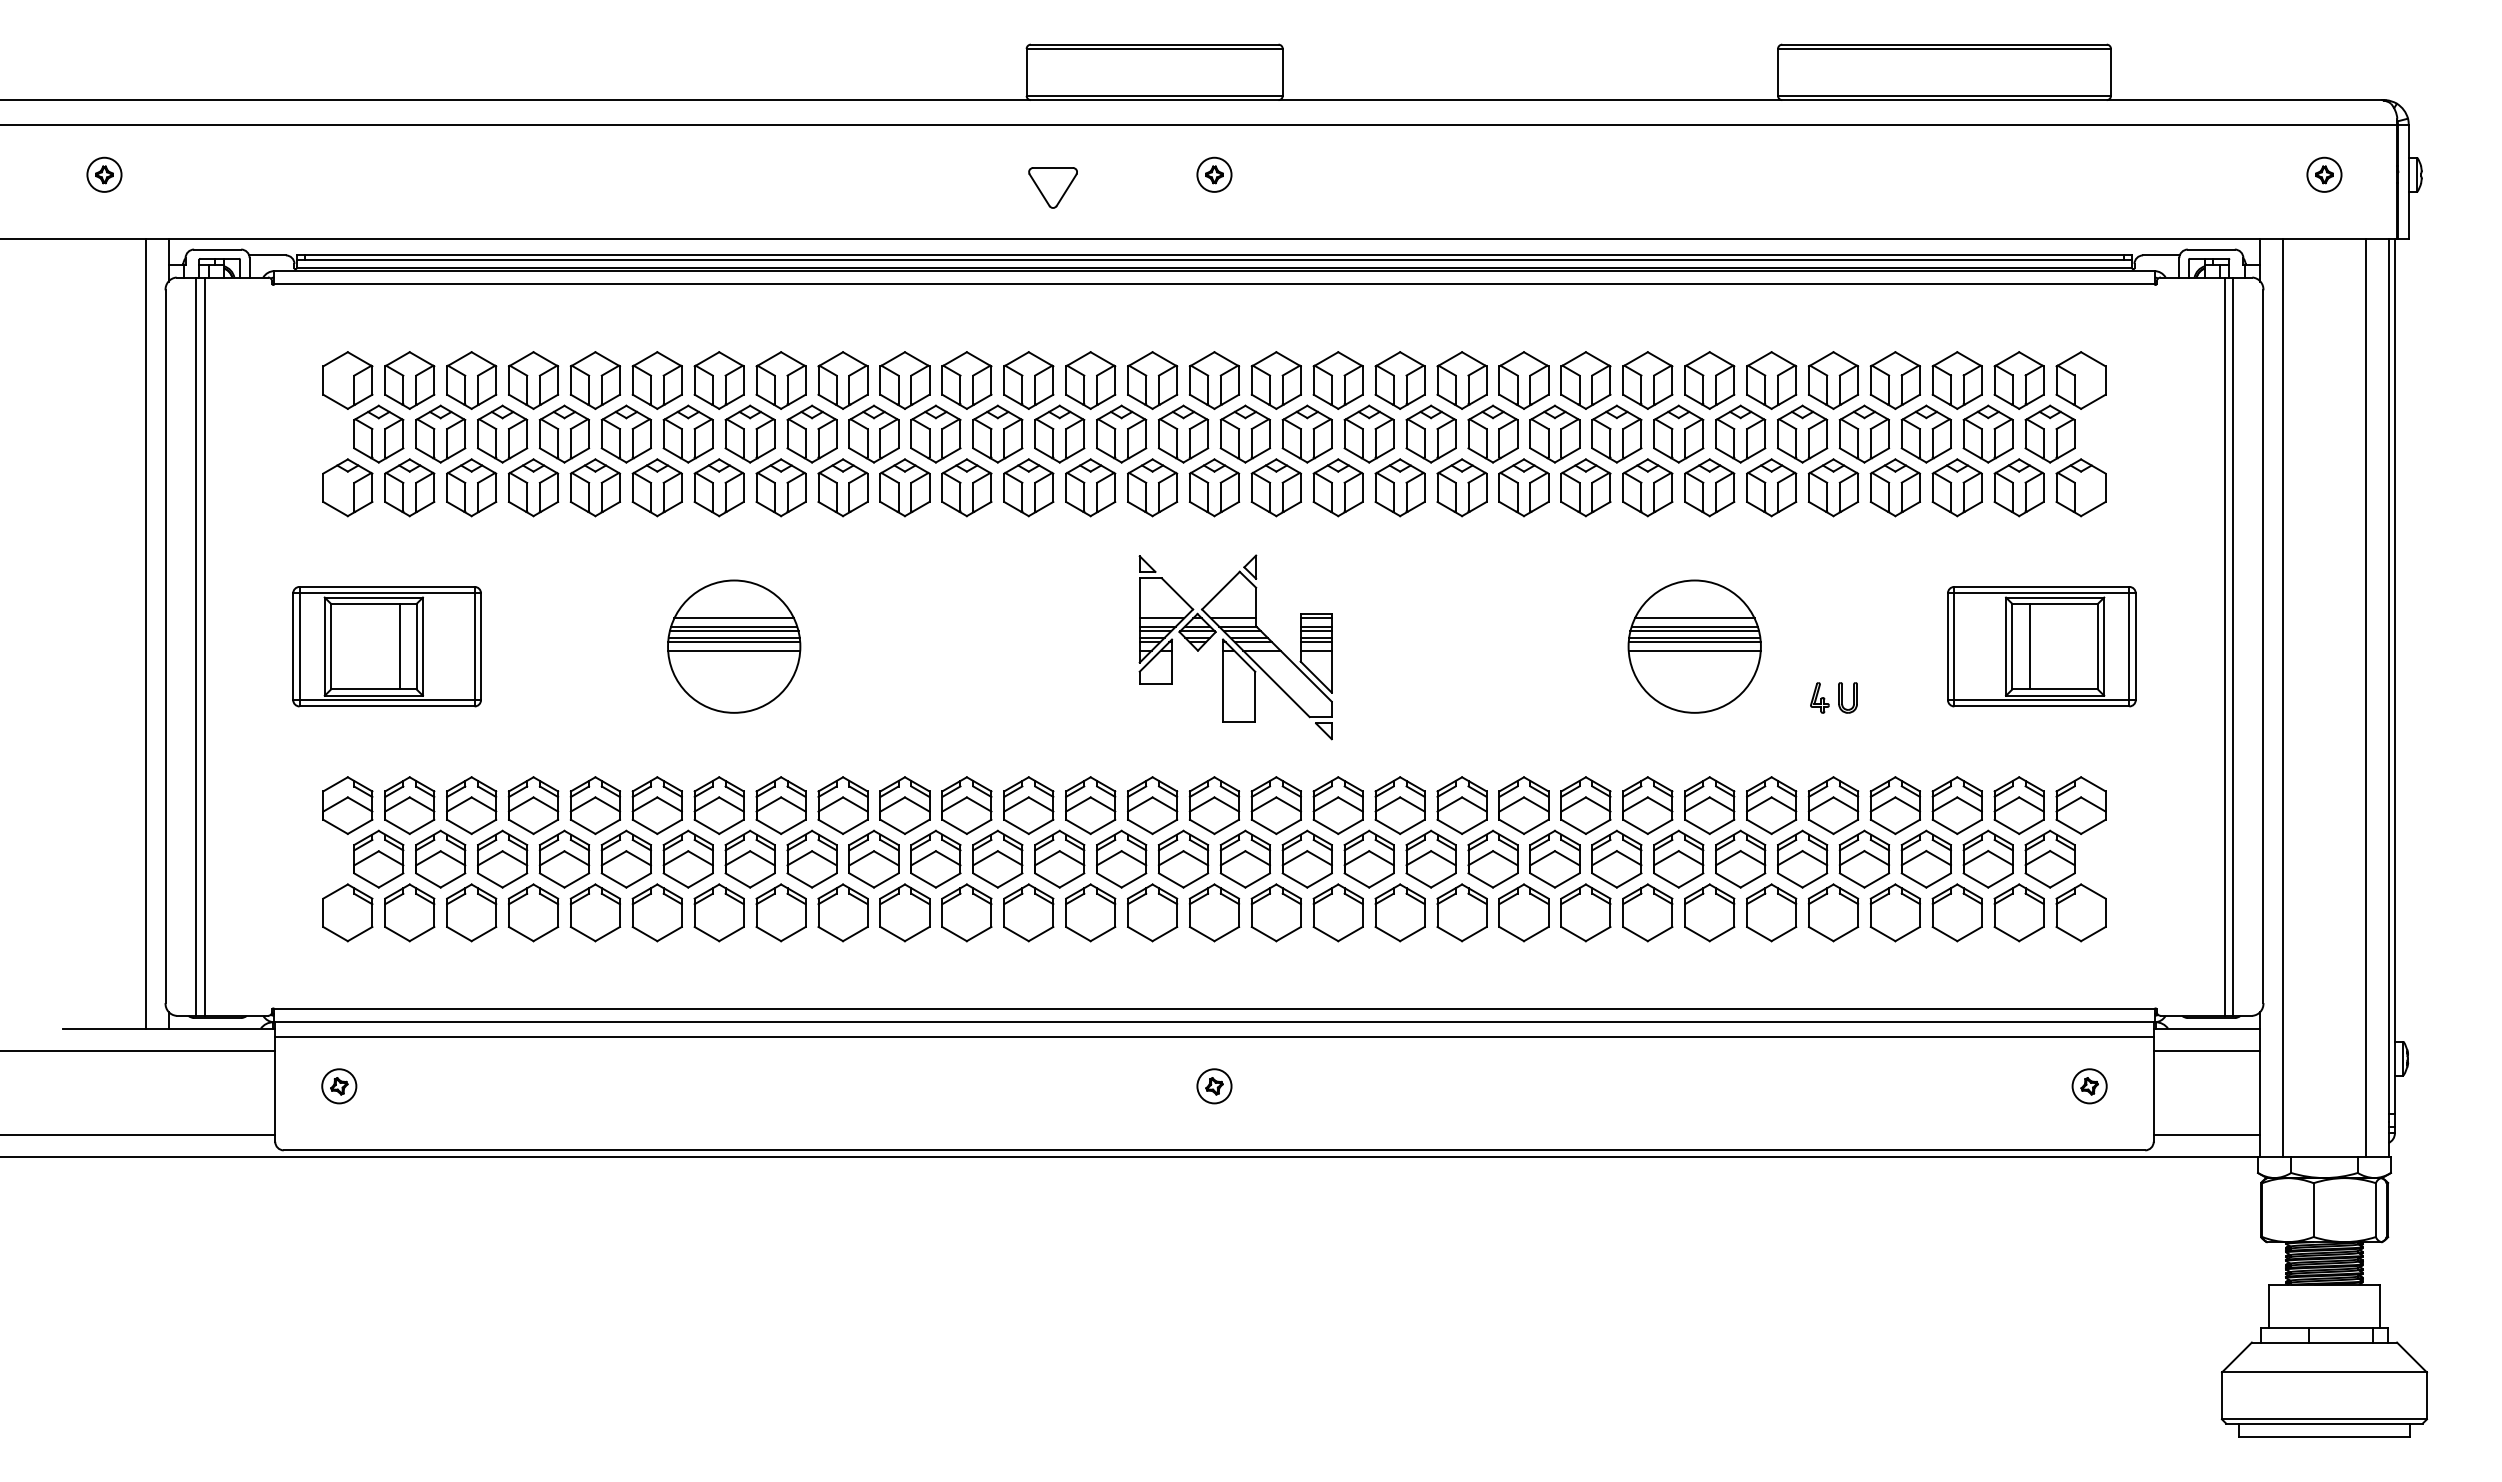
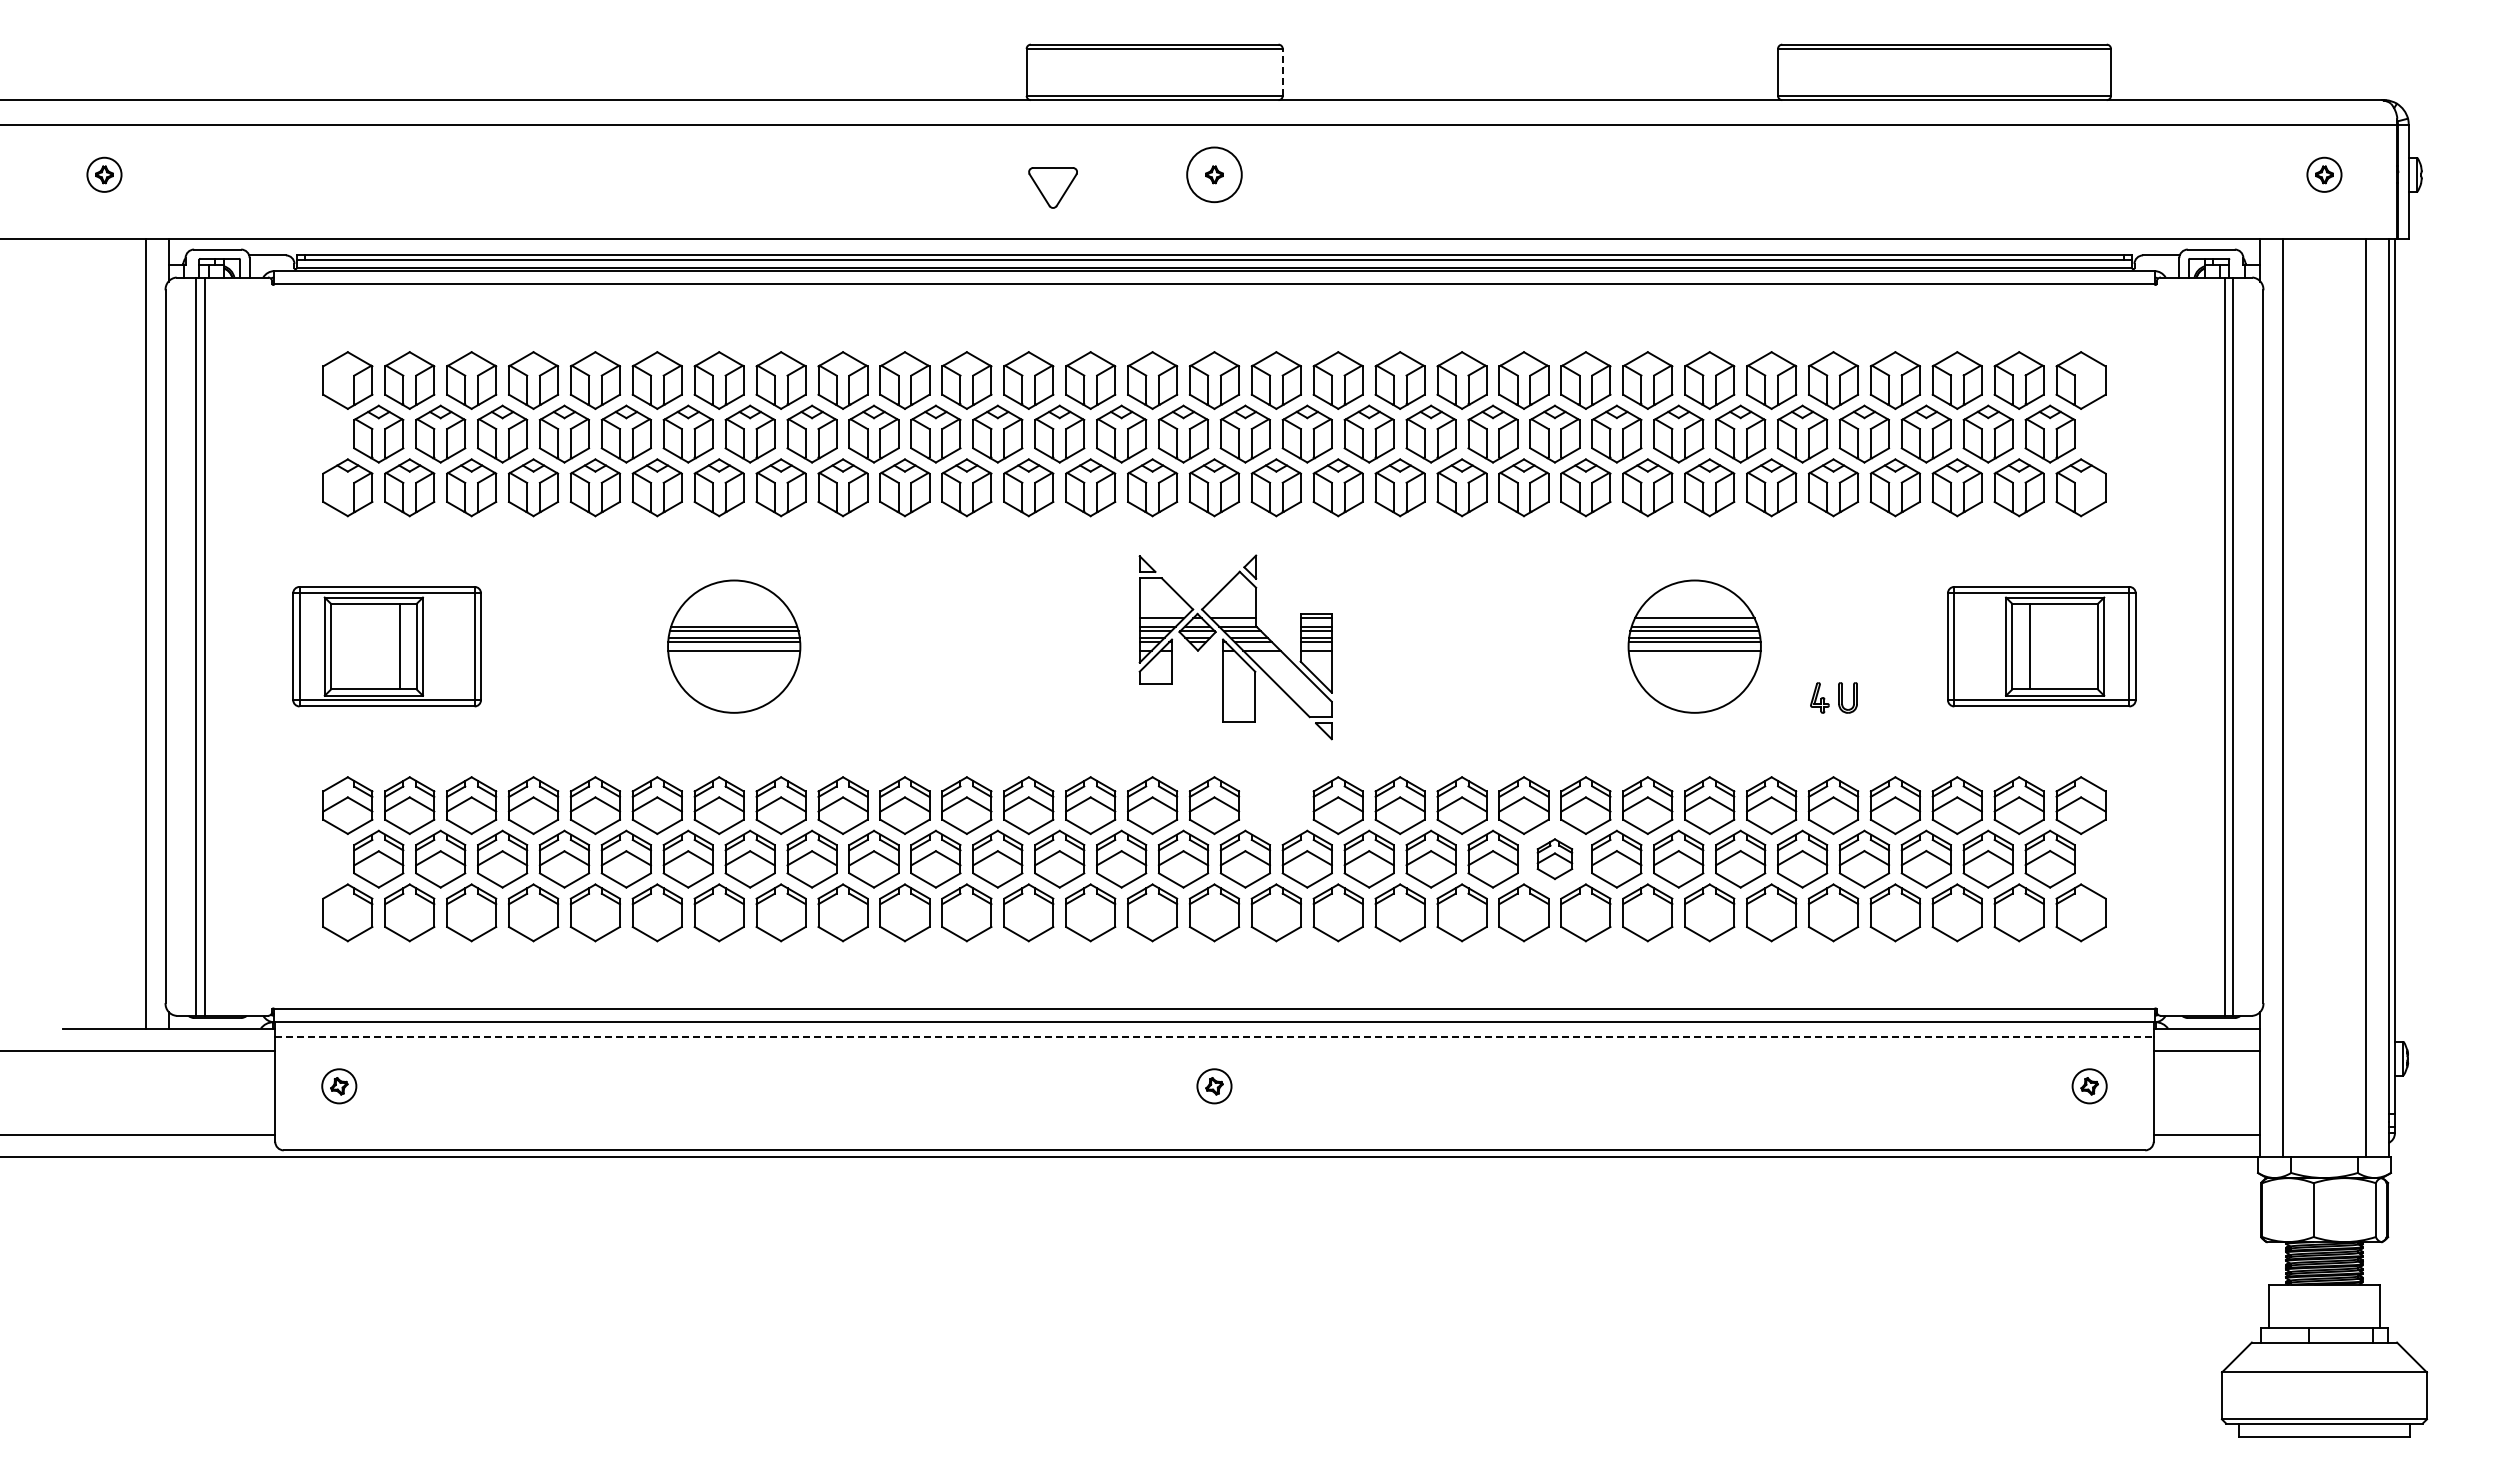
line at (1282, 71): solid -> dashed
circle at (1214, 174) diameter: 34 px -> 55 px
line at (734, 618): present -> none
part at (1275, 805): present -> none
part at (1554, 858) size: 52x60 px -> 38x42 px
line at (1214, 1037): solid -> dashed
